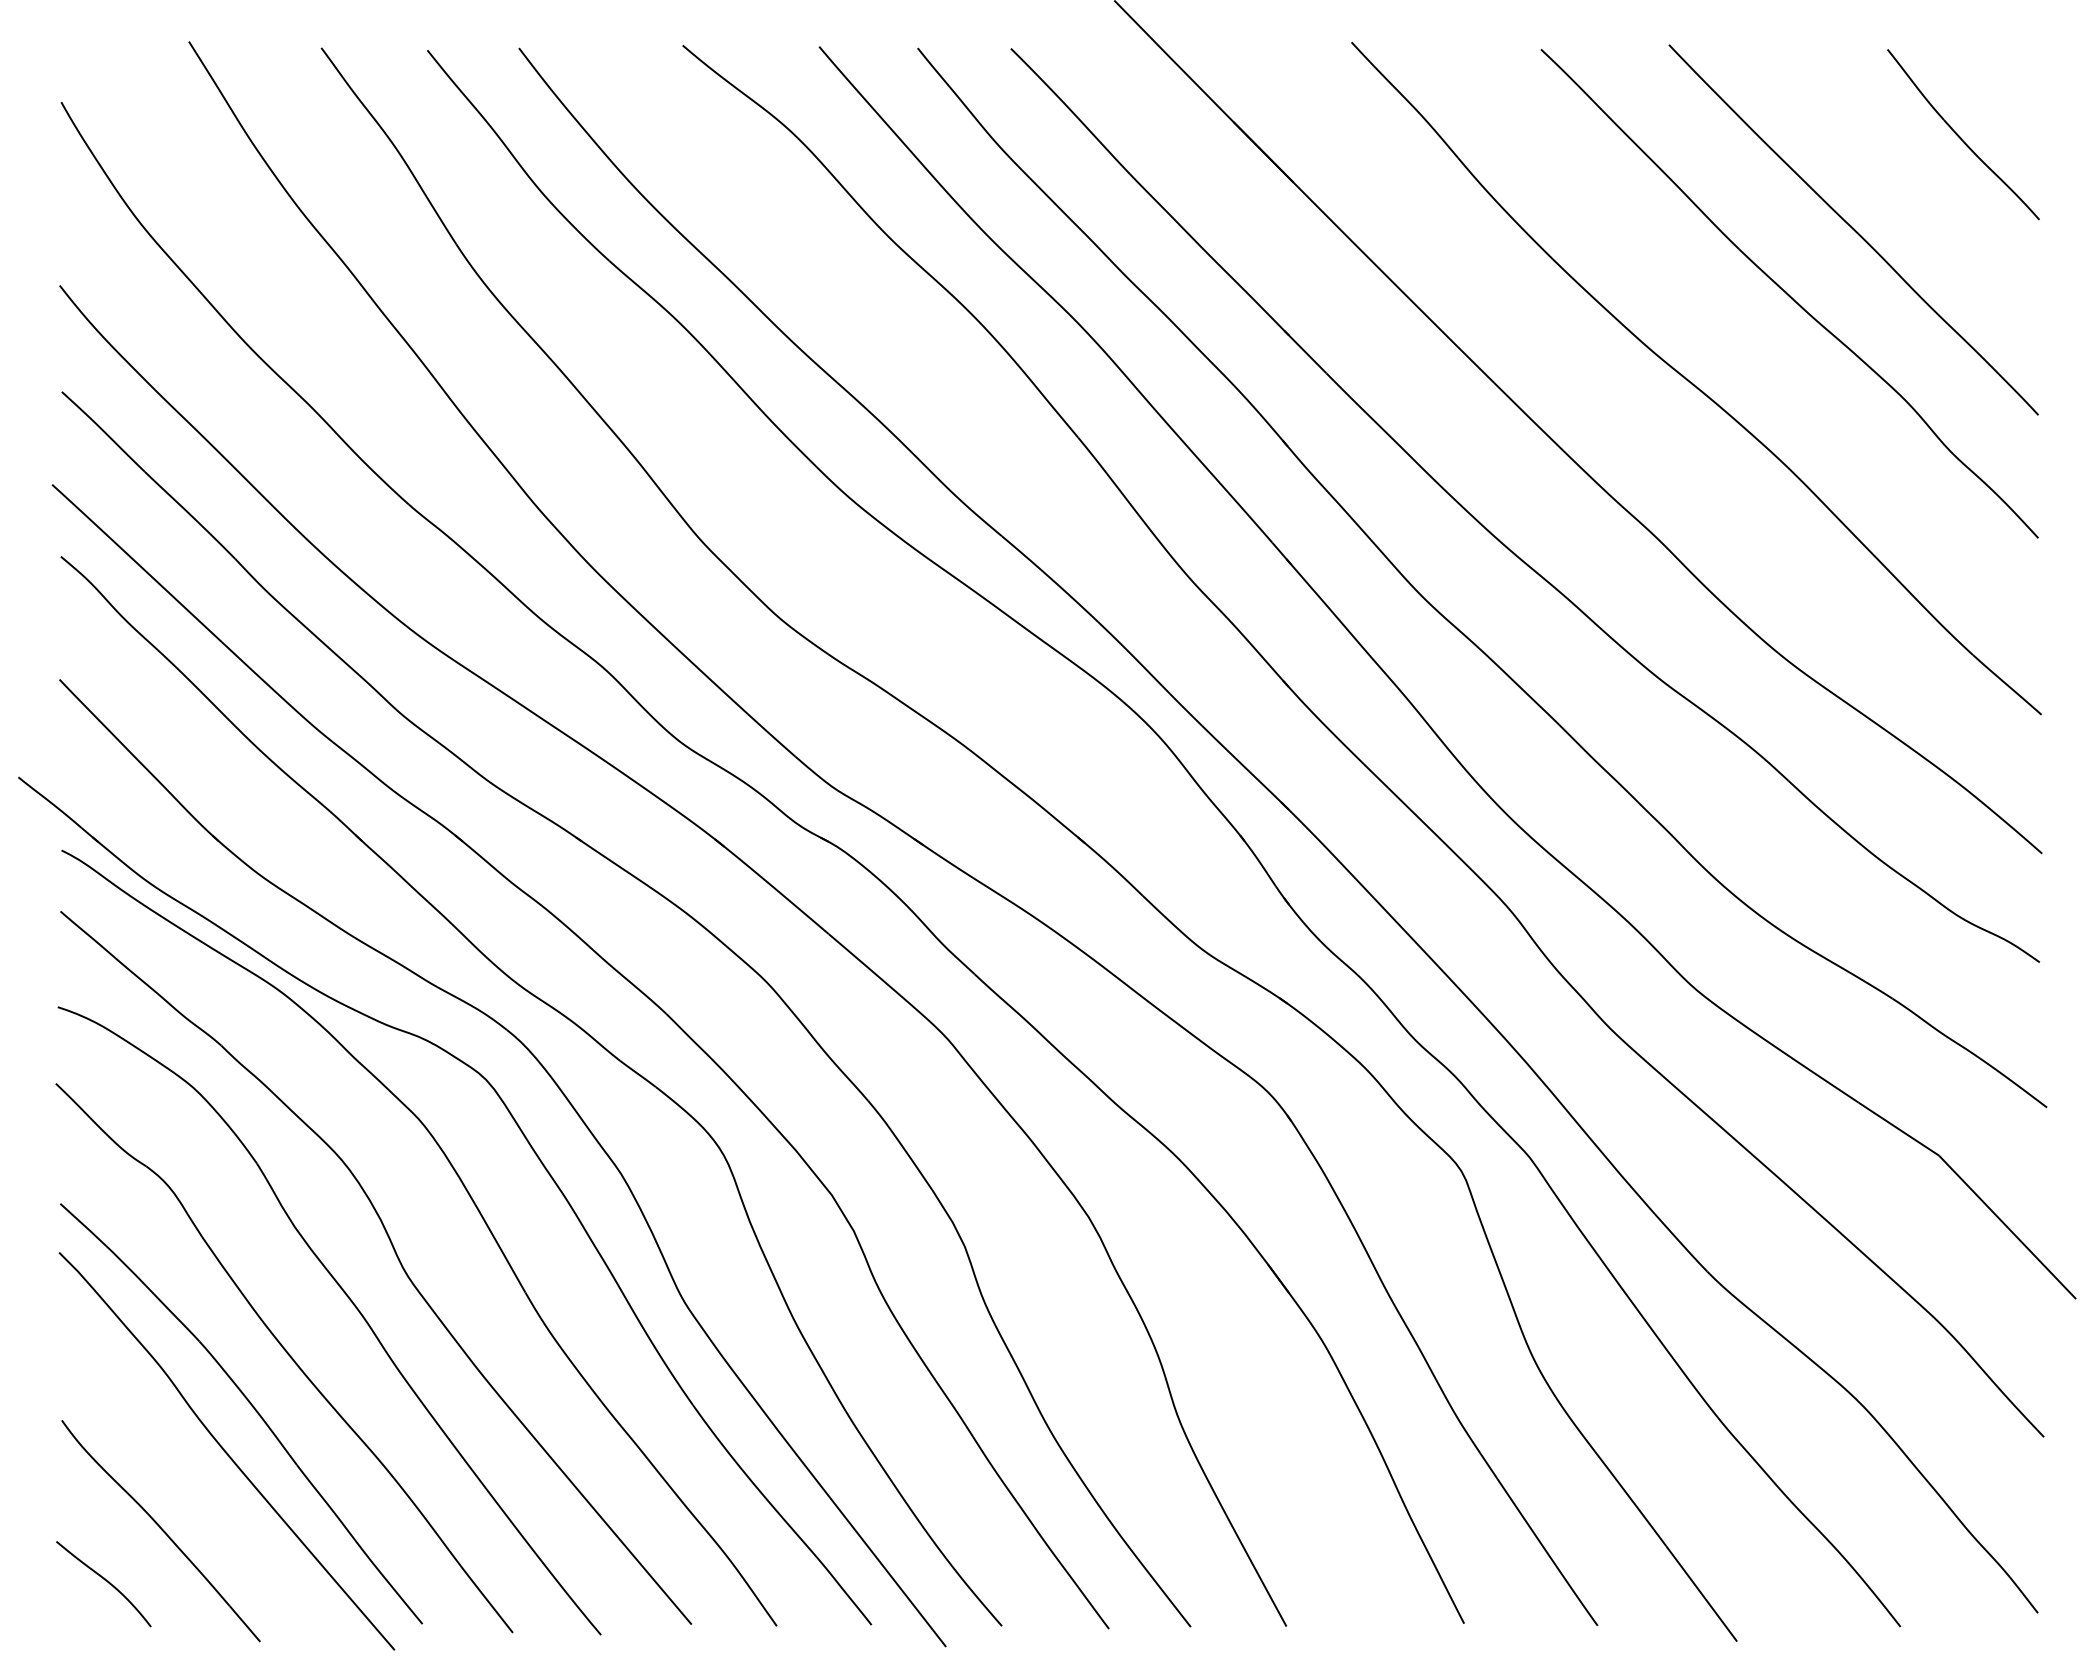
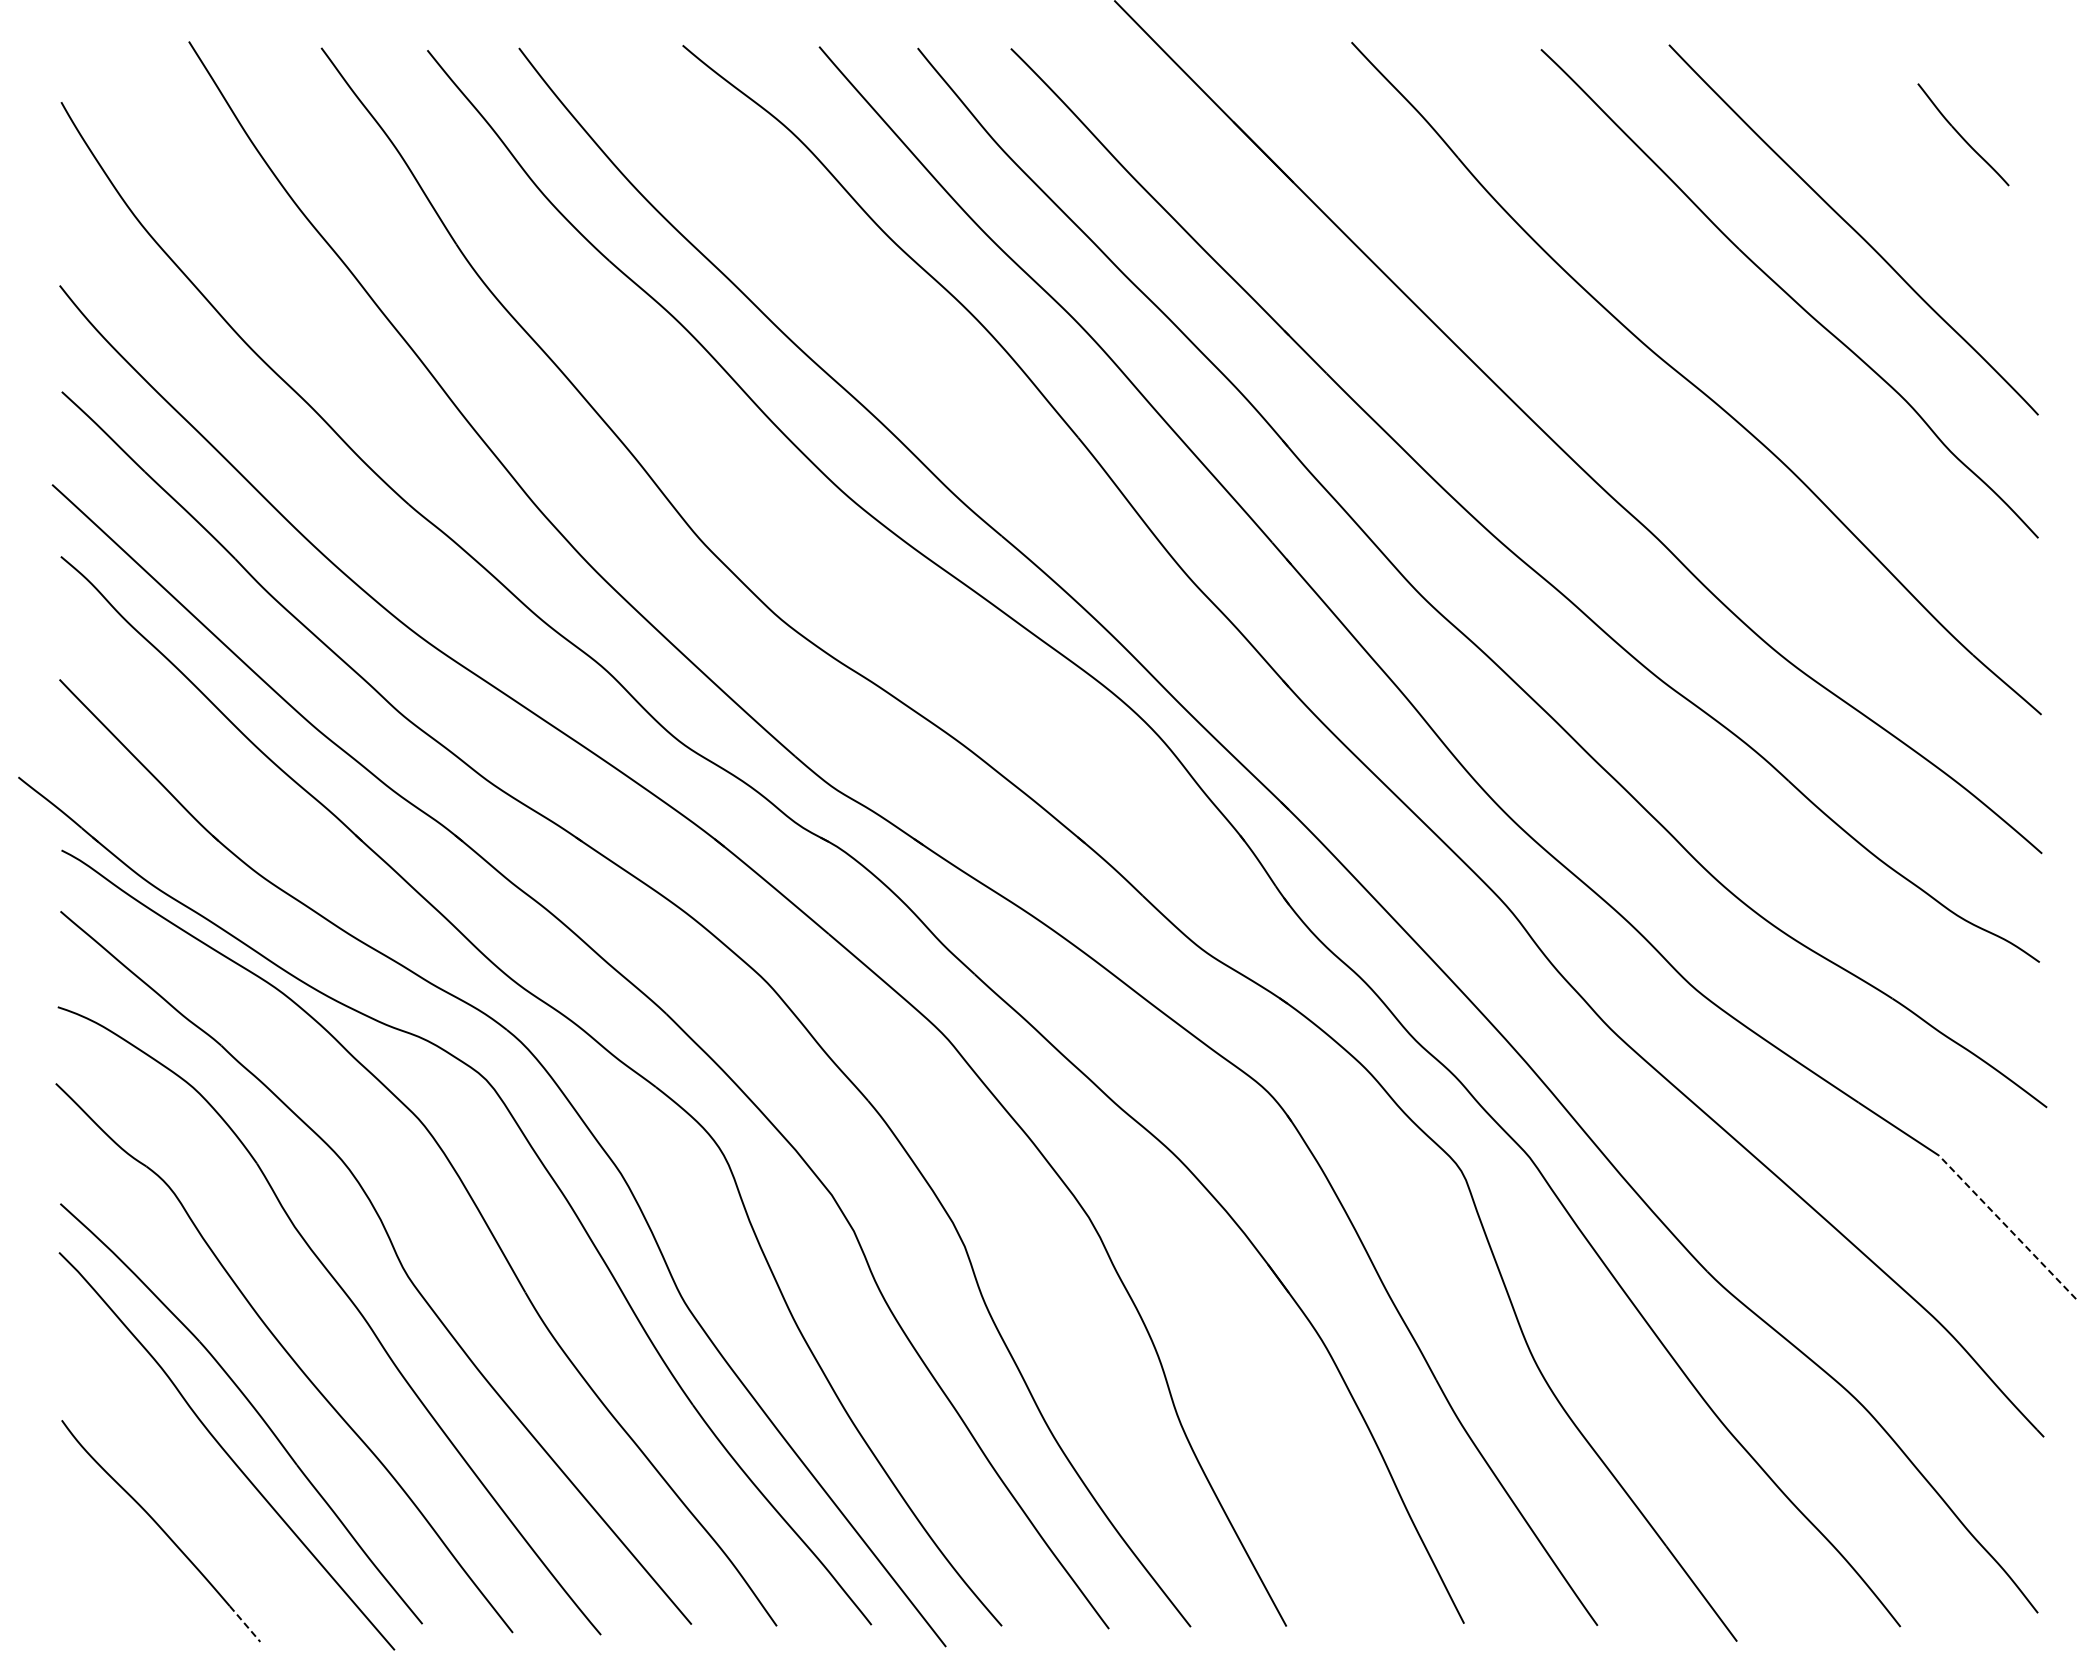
part at (1963, 134) size: 153x172 px -> 93x104 px
line at (2007, 1226): solid -> dashed
curve at (104, 1580): present -> none
line at (245, 1624): solid -> dashed
